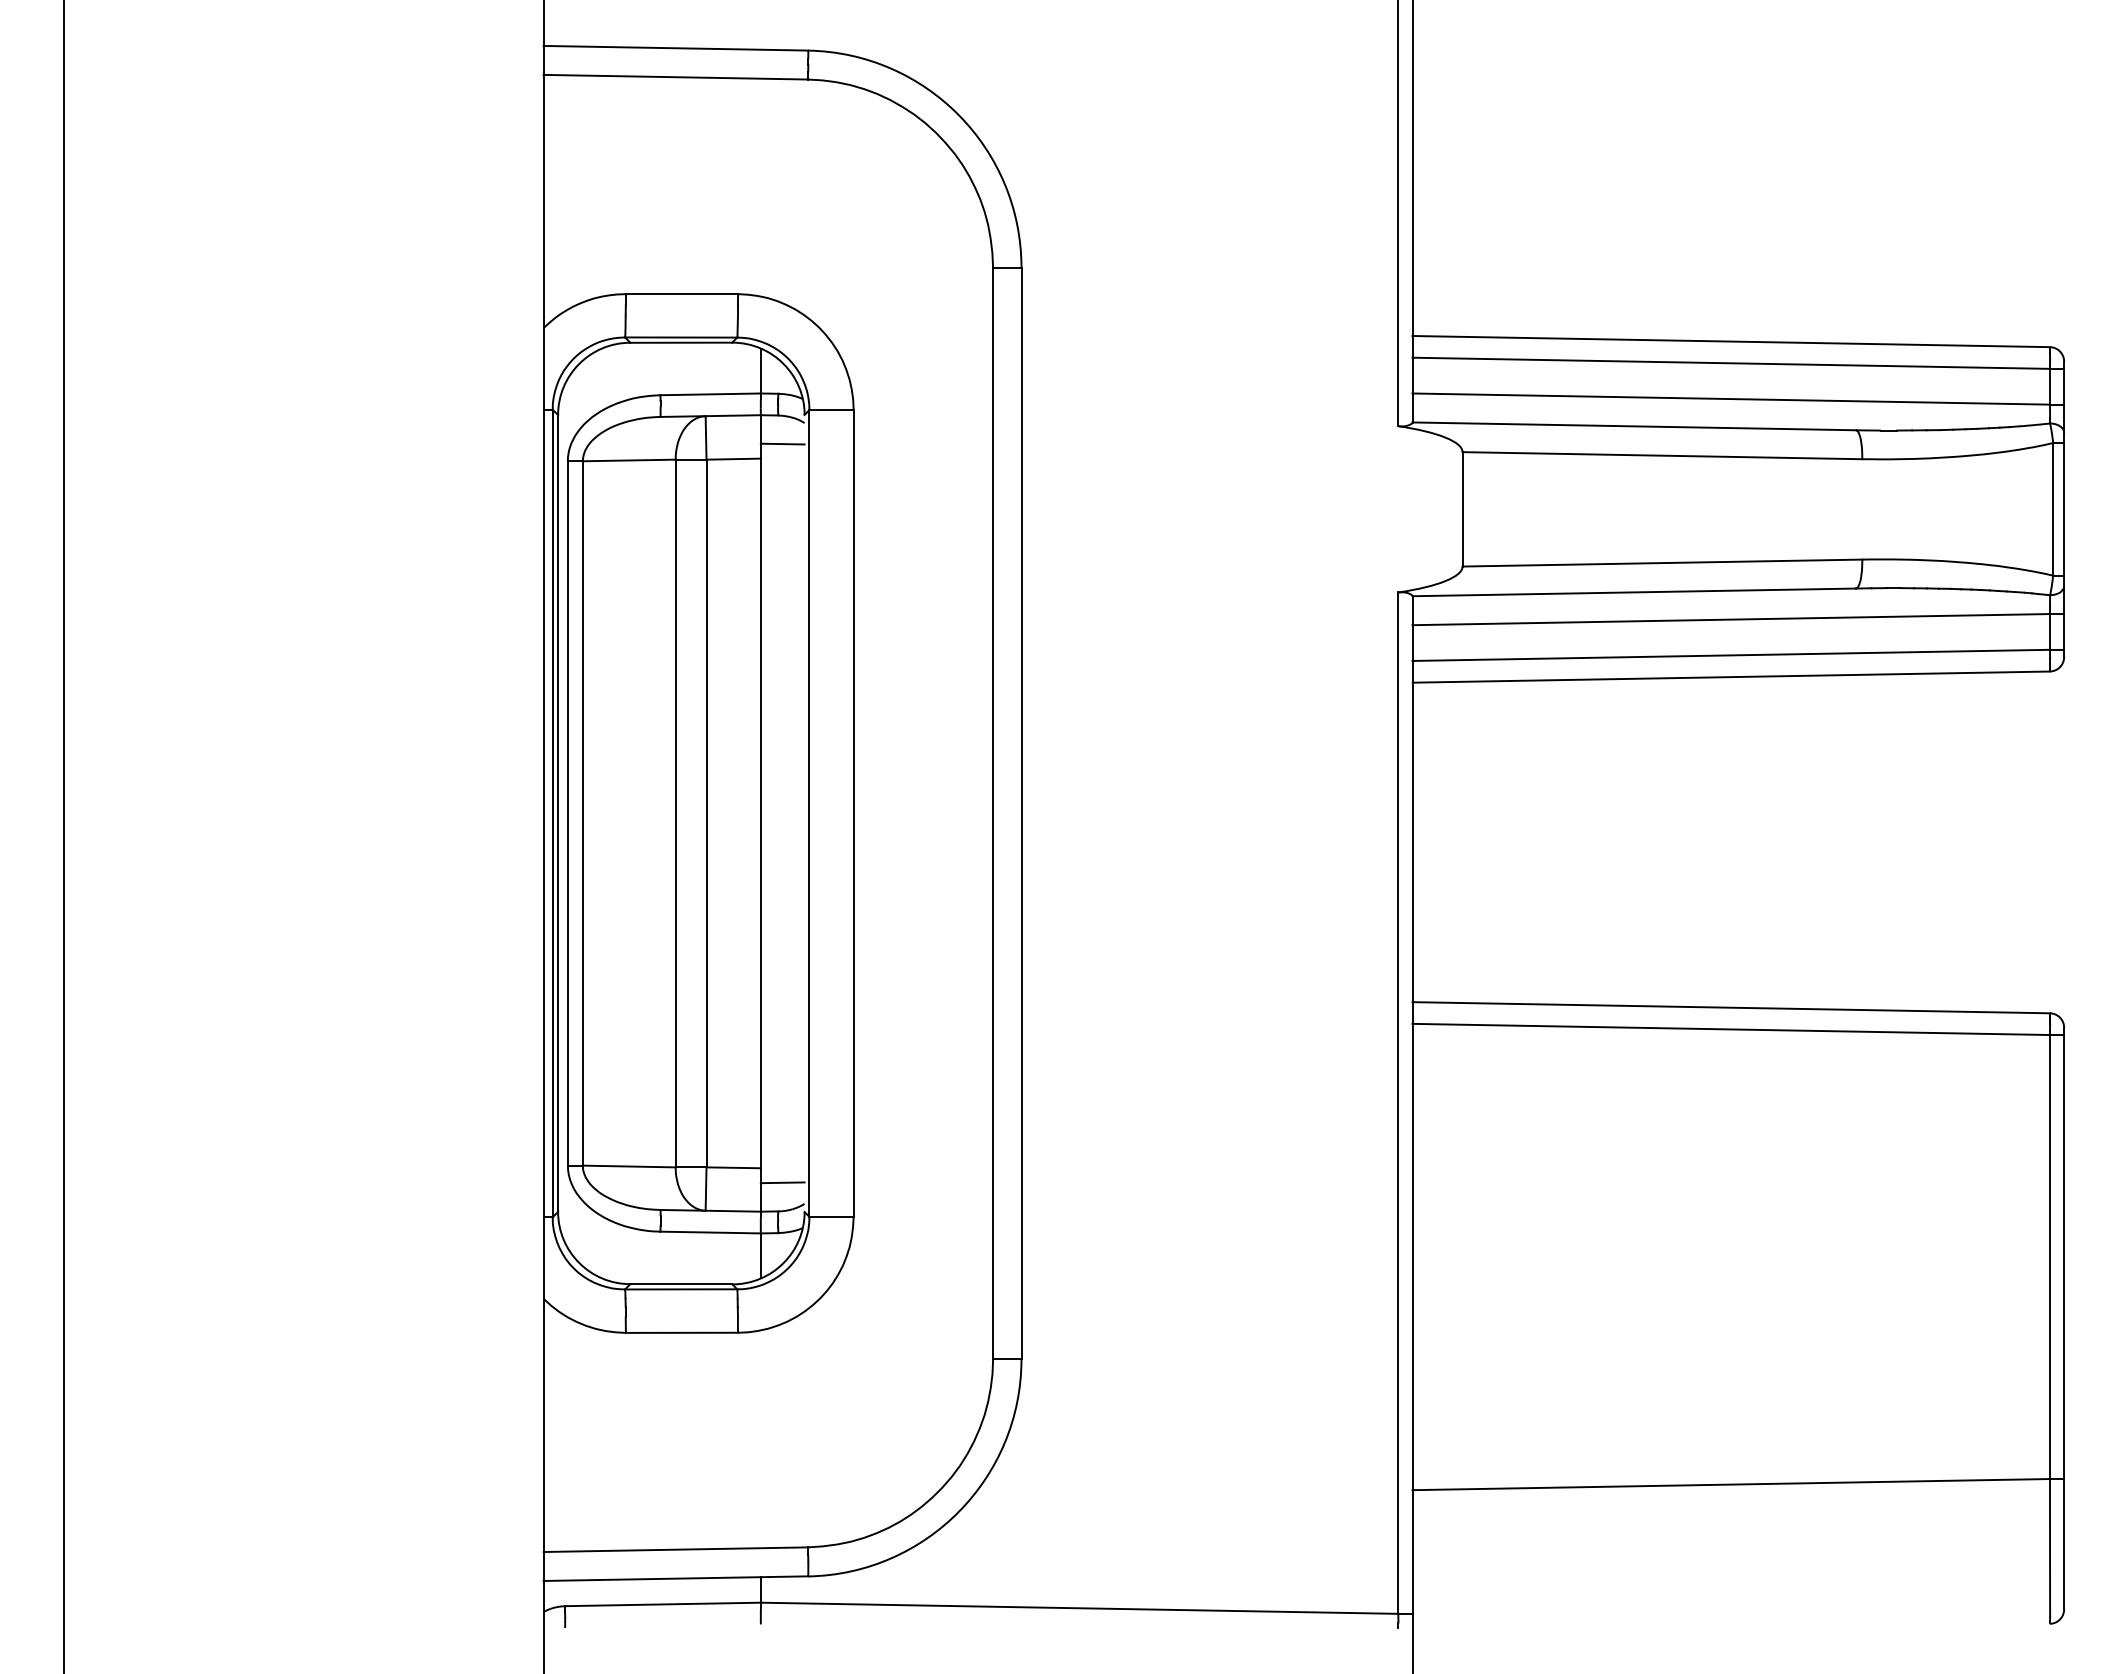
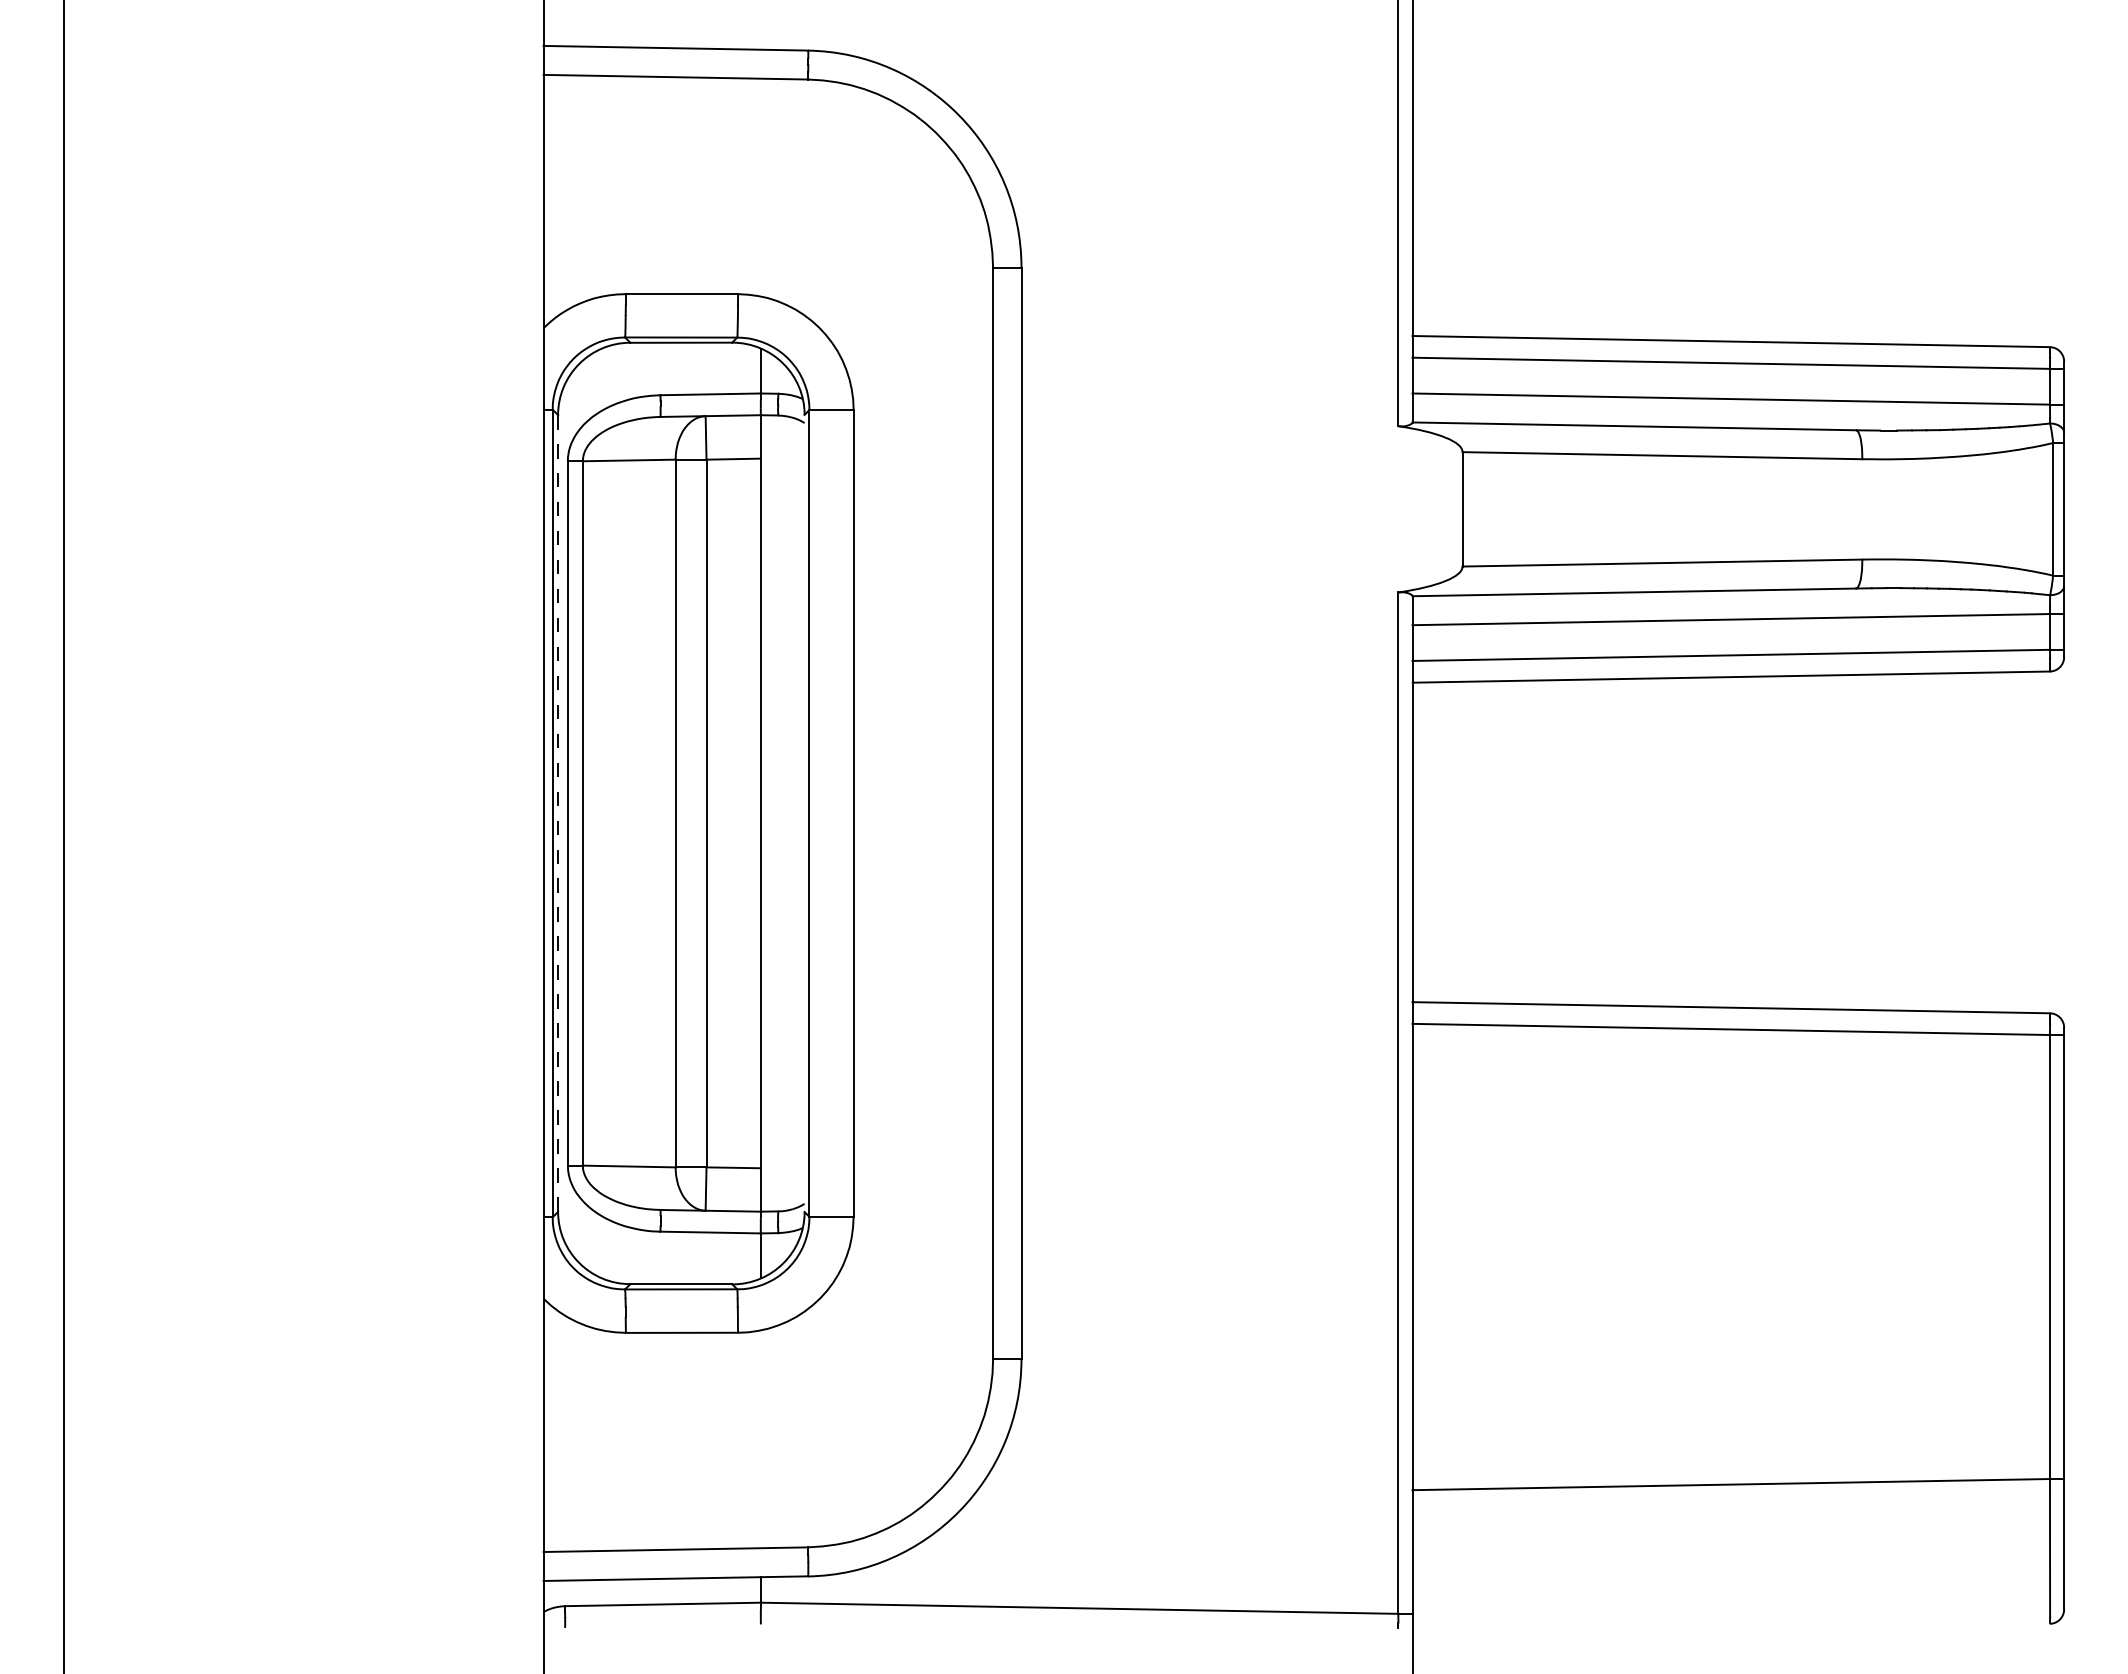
line at (782, 443): present -> none
line at (558, 813): solid -> dashed
line at (782, 1182): present -> none
